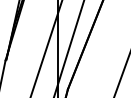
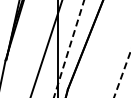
line at (69, 48): solid -> dashed
line at (122, 74): solid -> dashed
